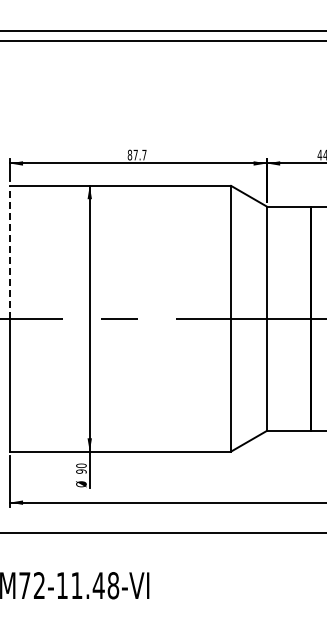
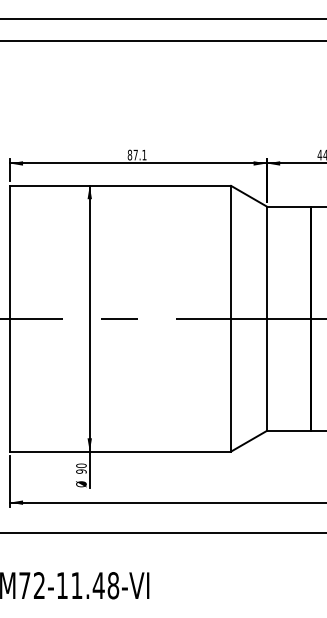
line at (162, 30) position: (162, 30) -> (162, 18)
text at (144, 154): 87.7 -> 87.1
line at (9, 251): dashed -> solid
